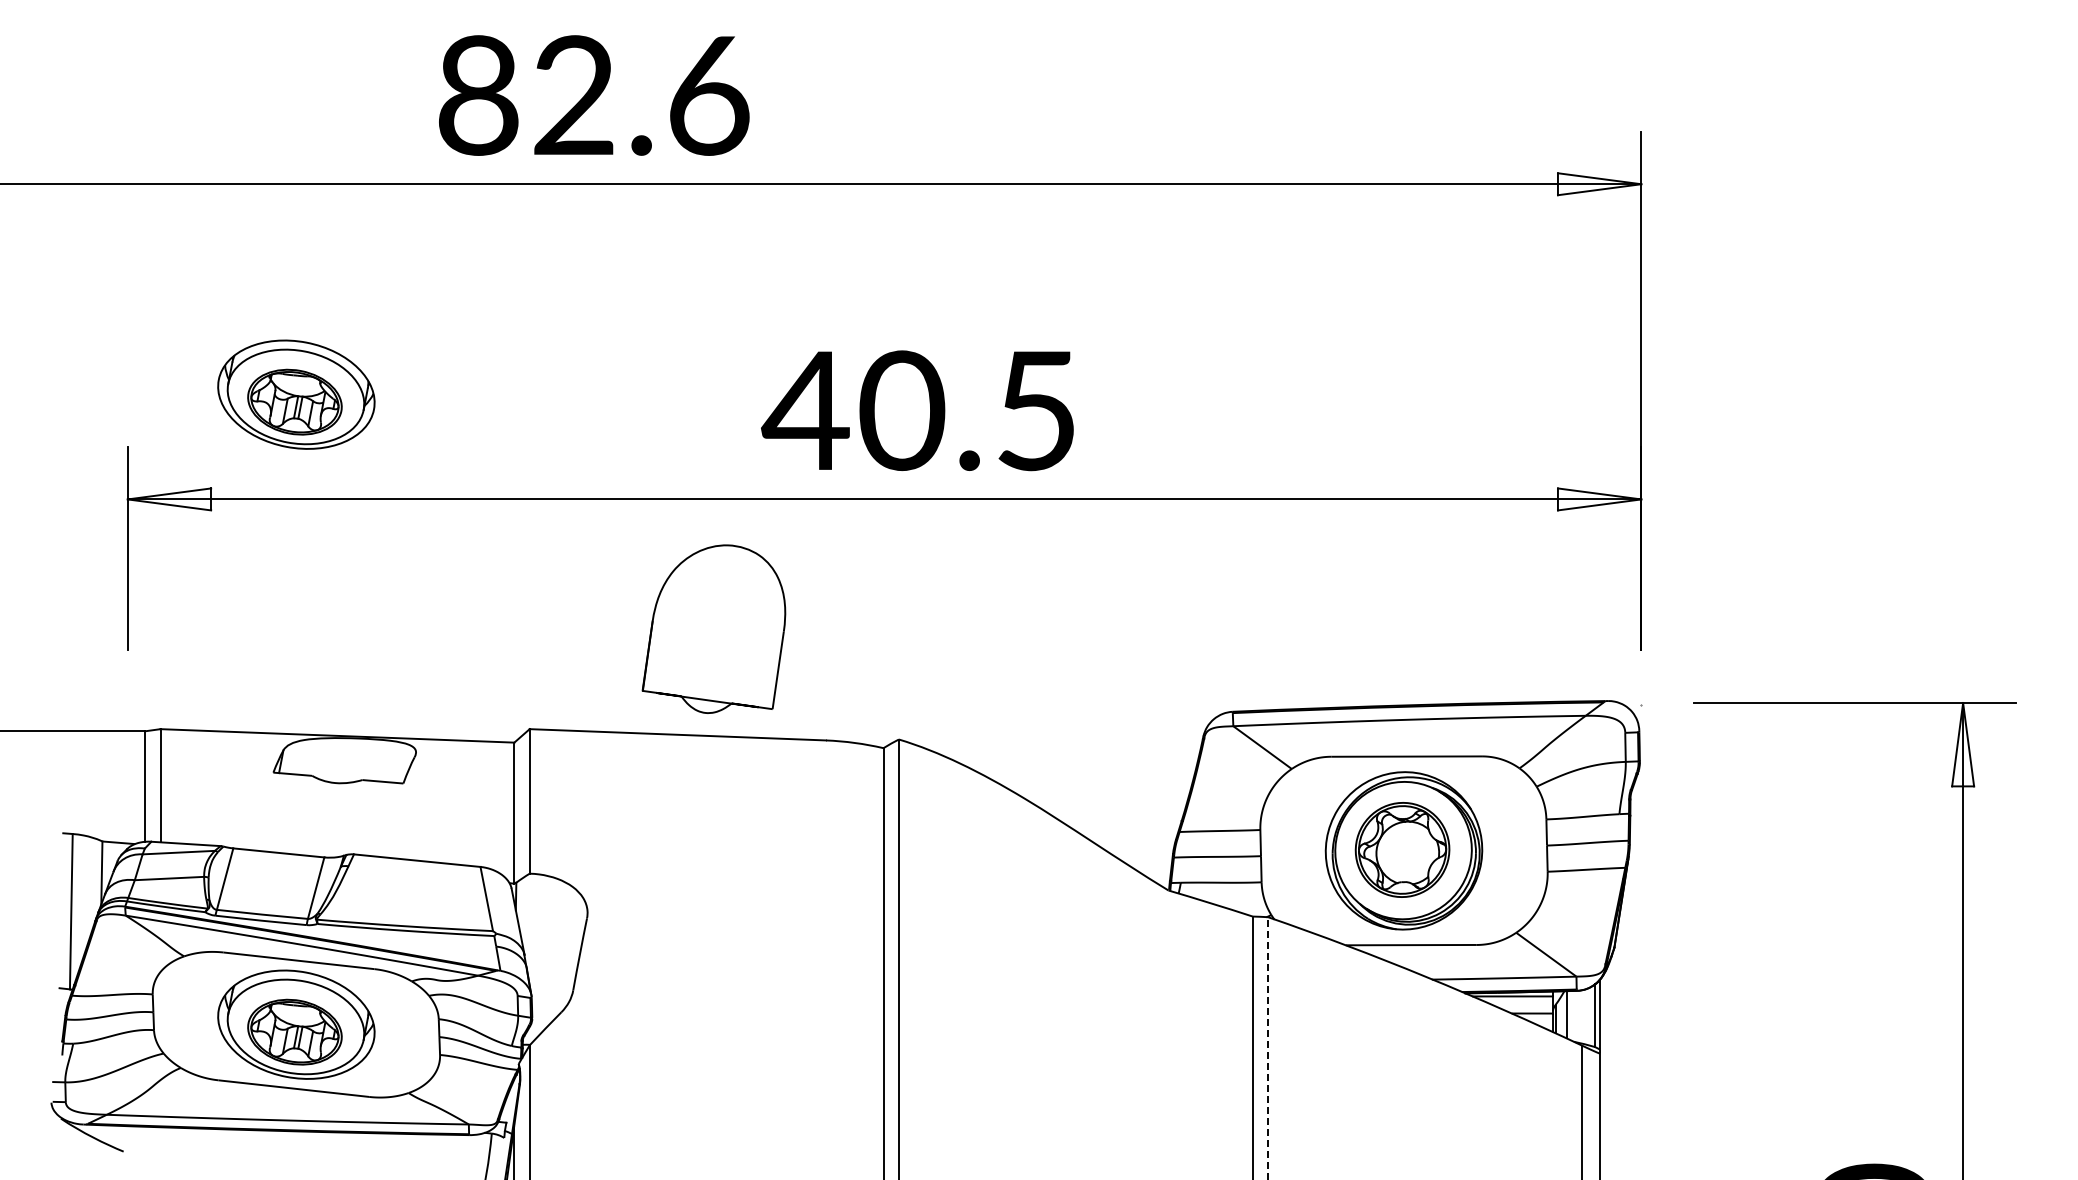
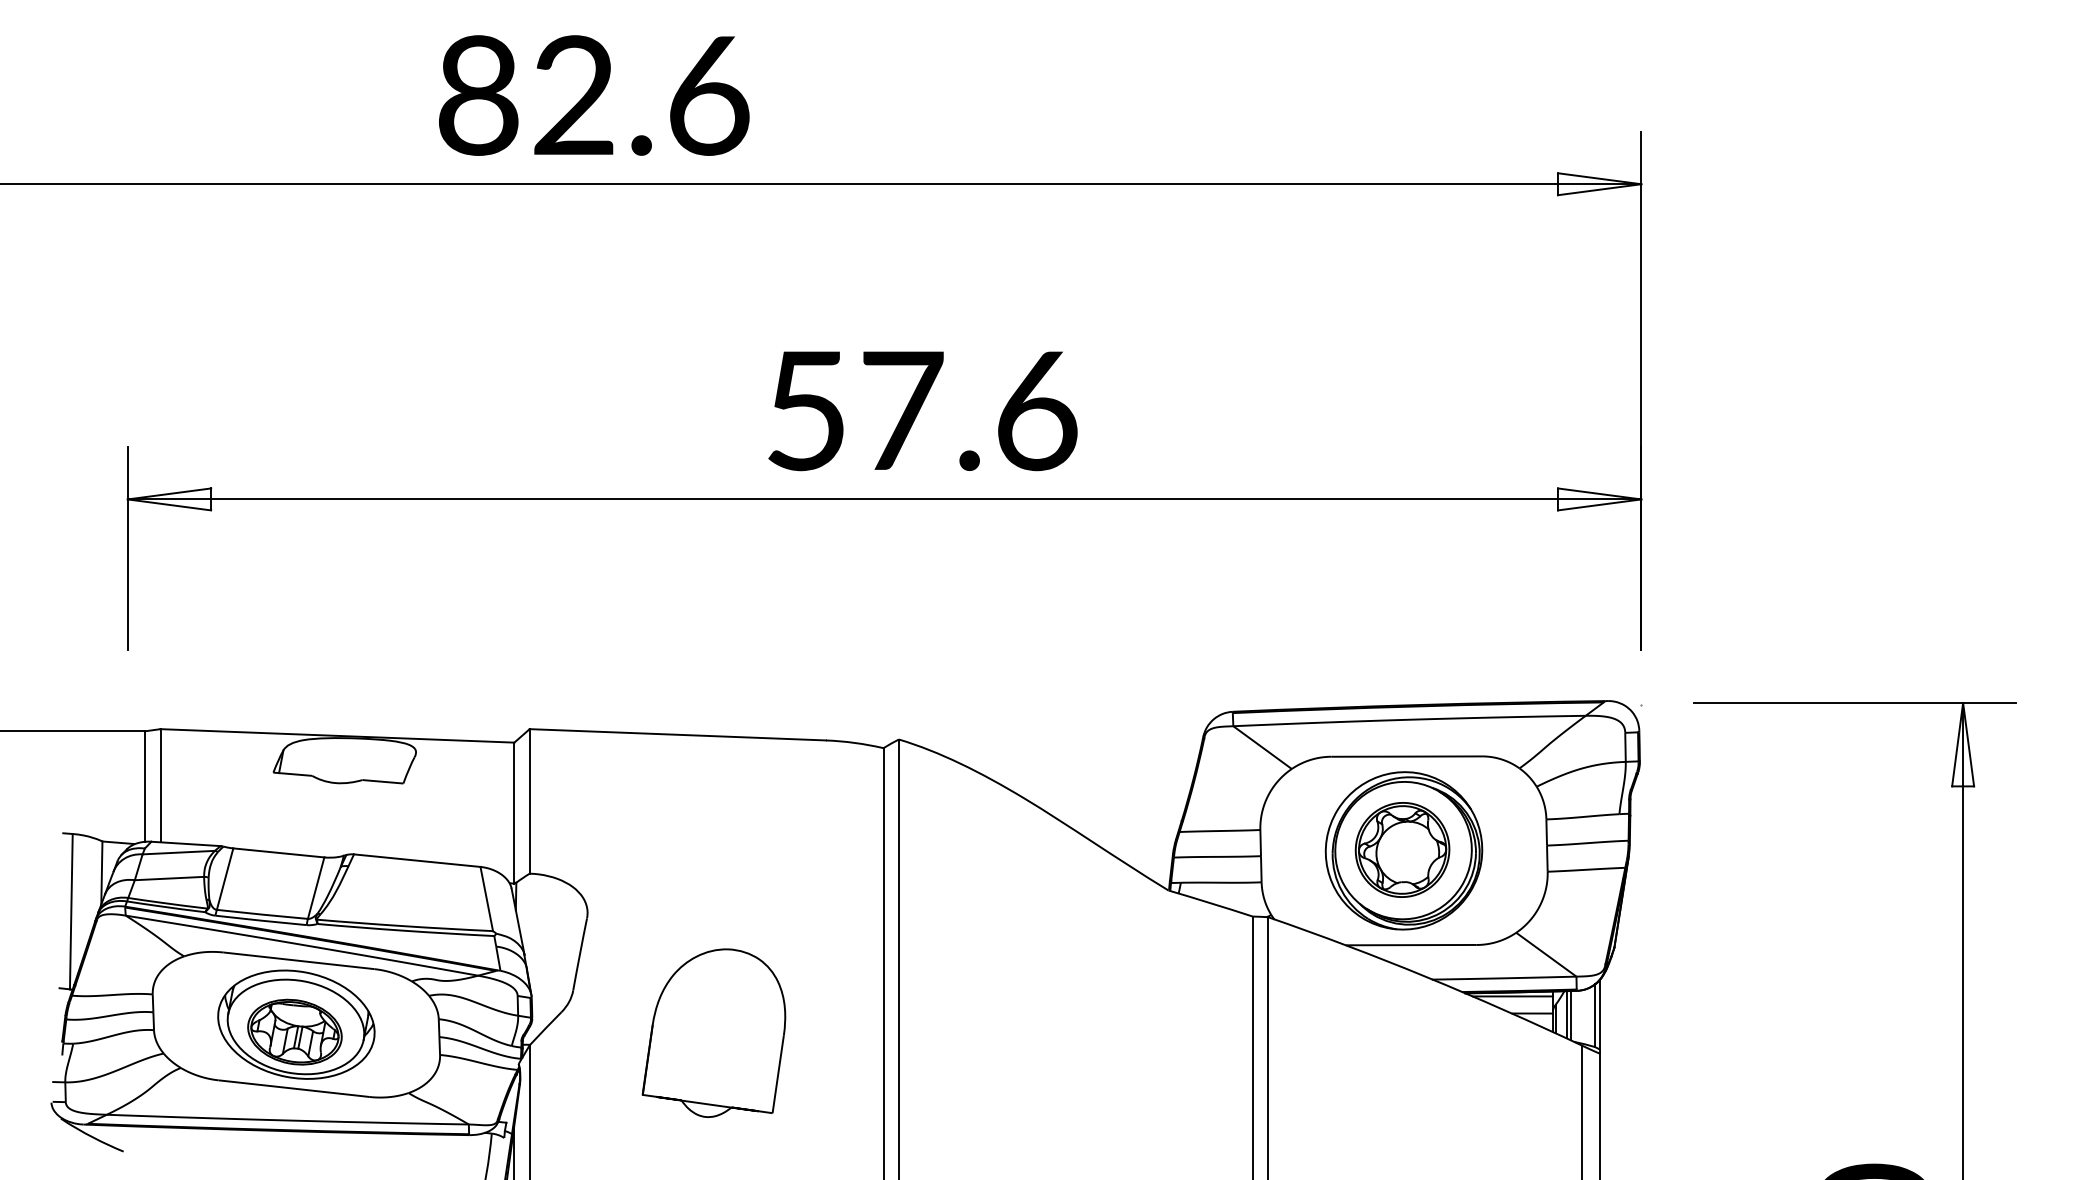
part at (296, 394): present -> none
text at (919, 410): 40.5 -> 57.6
part at (713, 628) position: (713, 628) -> (713, 1032)
line at (1570, 1015): none -> present
line at (1268, 1048): dashed -> solid
